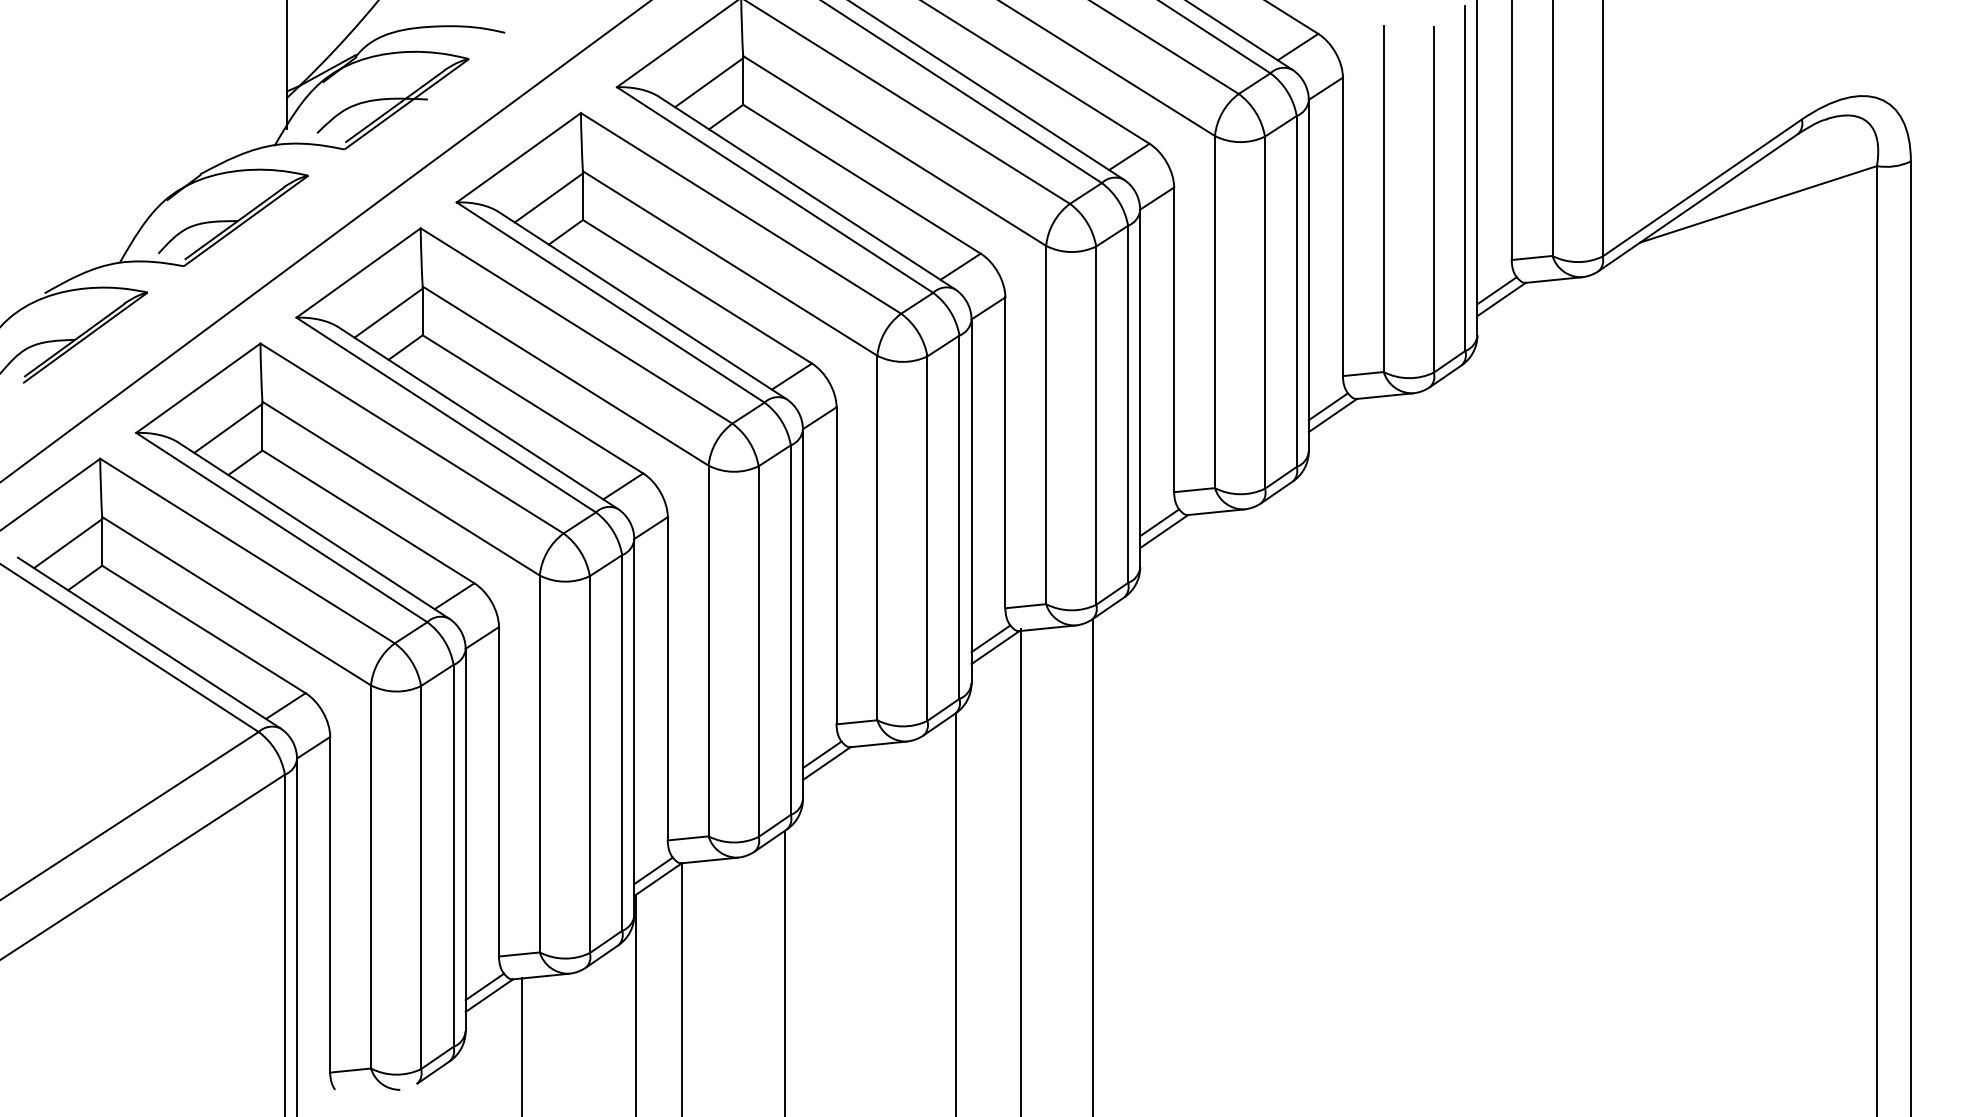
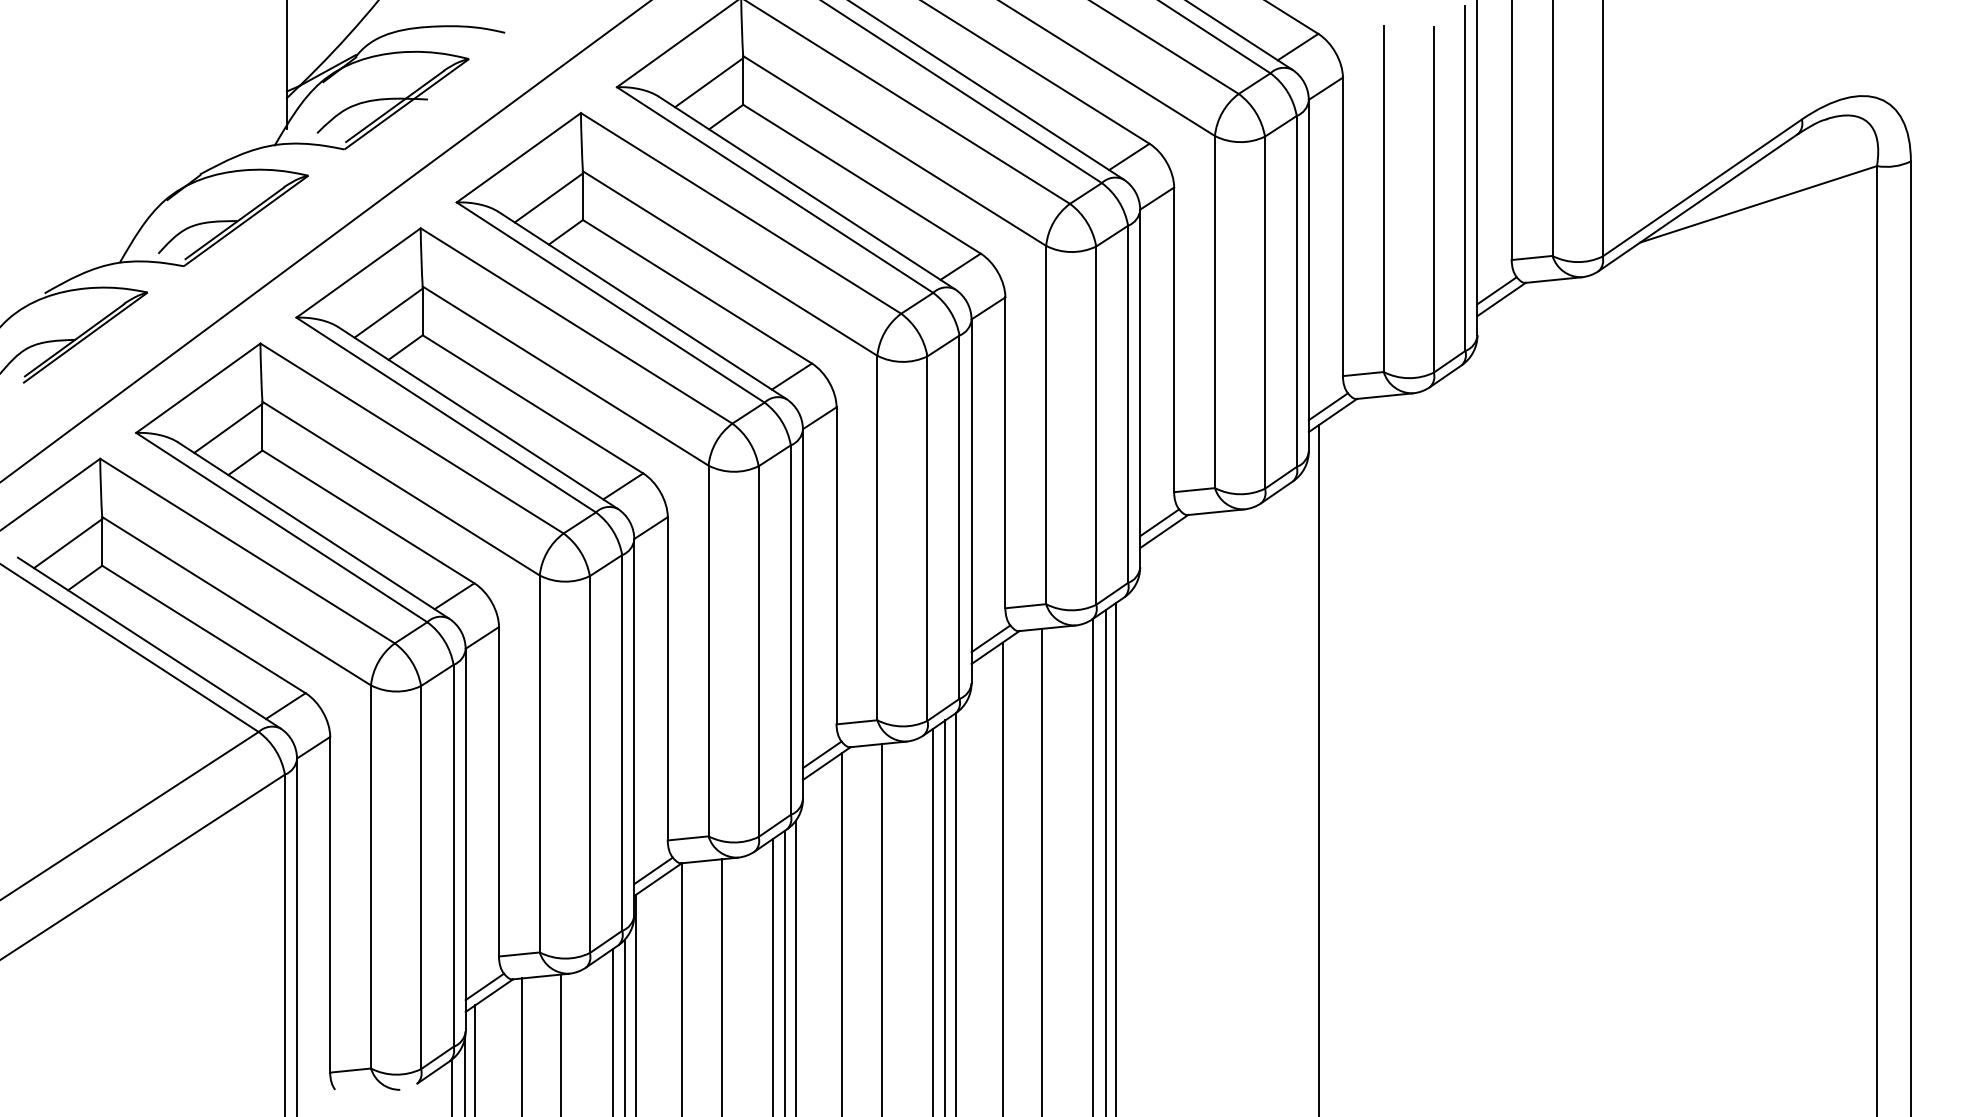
line at (1318, 769): none -> present
line at (1116, 857): none -> present
line at (1105, 861): none -> present
line at (1021, 870) position: (1021, 870) -> (1042, 870)
line at (1002, 877): none -> present
line at (945, 916): none -> present
line at (933, 920): none -> present
line at (881, 928): none -> present
line at (842, 932): none -> present
line at (795, 966): none -> present
line at (772, 976): none -> present
line at (721, 986): none -> present
line at (624, 1026): none -> present
line at (612, 1031): none -> present
line at (561, 1043): none -> present
line at (475, 1059): none -> present
line at (464, 1076): none -> present
line at (452, 1086): none -> present
